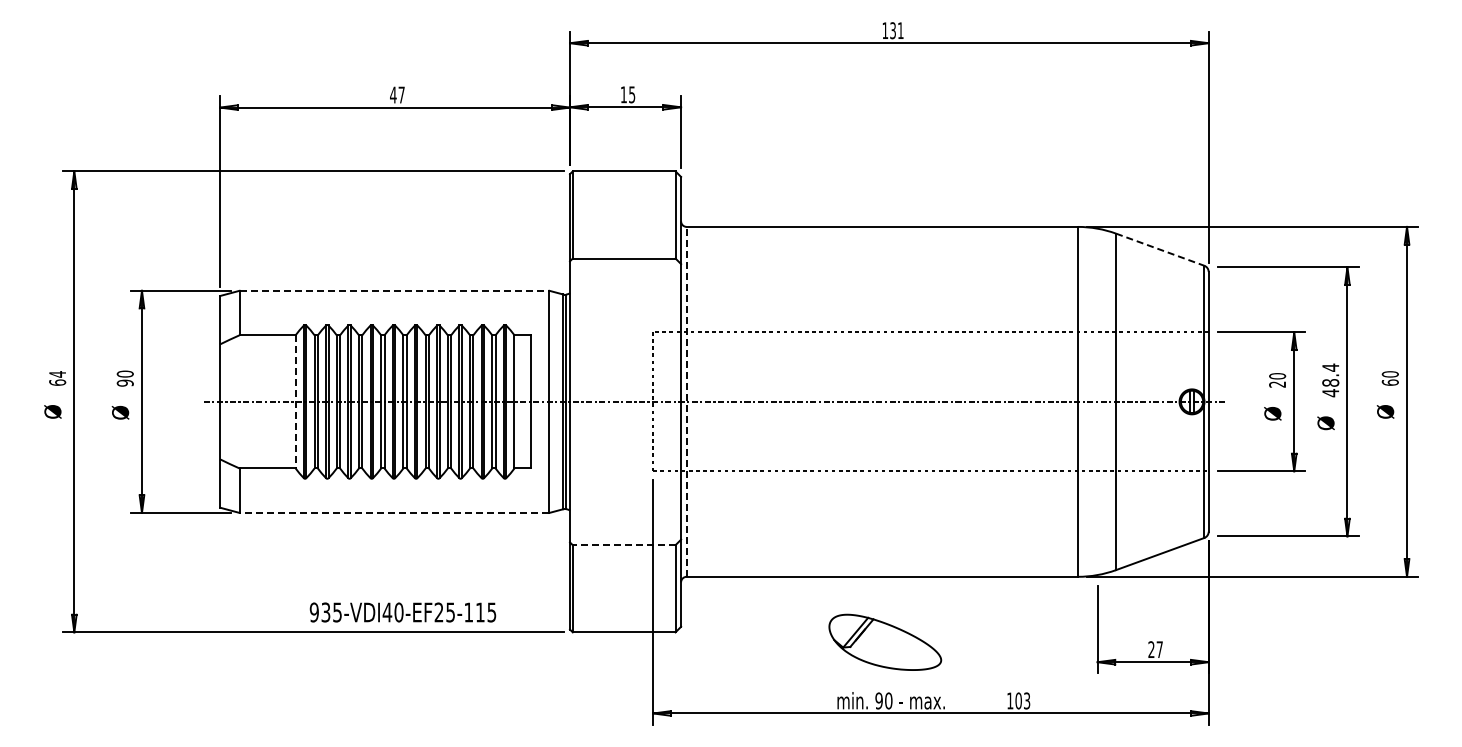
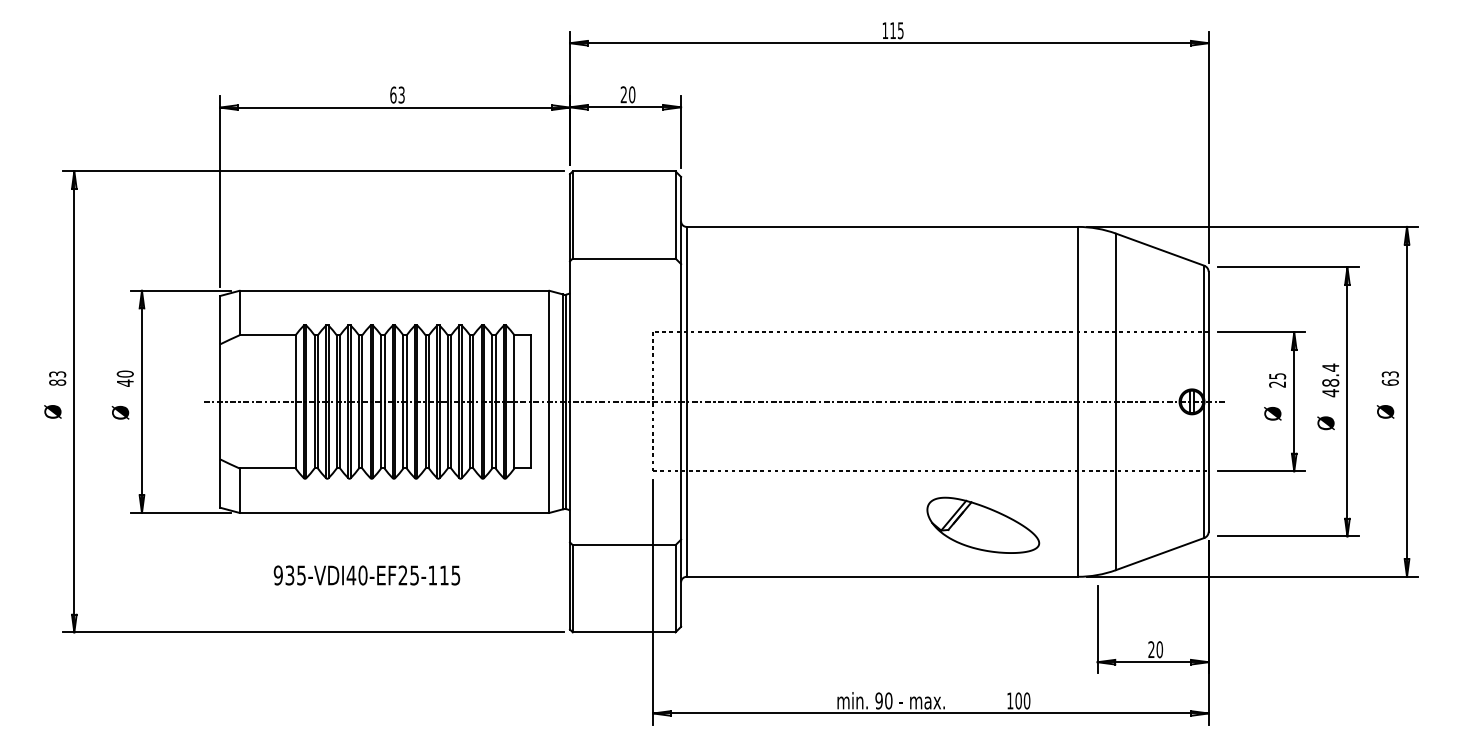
text at (896, 30): 131 -> 115
text at (397, 94): 47 -> 63
text at (627, 94): 15 -> 20
line at (1160, 249): dashed -> solid
line at (394, 290): dashed -> solid
text at (1389, 374): 60 -> 63
text at (1277, 376): 20 -> 25
text at (57, 378): 64 -> 83
text at (124, 382): 90 -> 40
line at (295, 401): dashed -> solid
line at (686, 401): dashed -> solid
line at (394, 512): dashed -> solid
line at (623, 545): dashed -> solid
text at (402, 612) position: (402, 612) -> (366, 575)
part at (885, 641) position: (885, 641) -> (983, 524)
text at (1159, 649): 27 -> 20
text at (1026, 700): 103 -> 100
